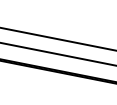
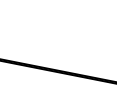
line at (57, 39): present -> none
line at (57, 54): present -> none
